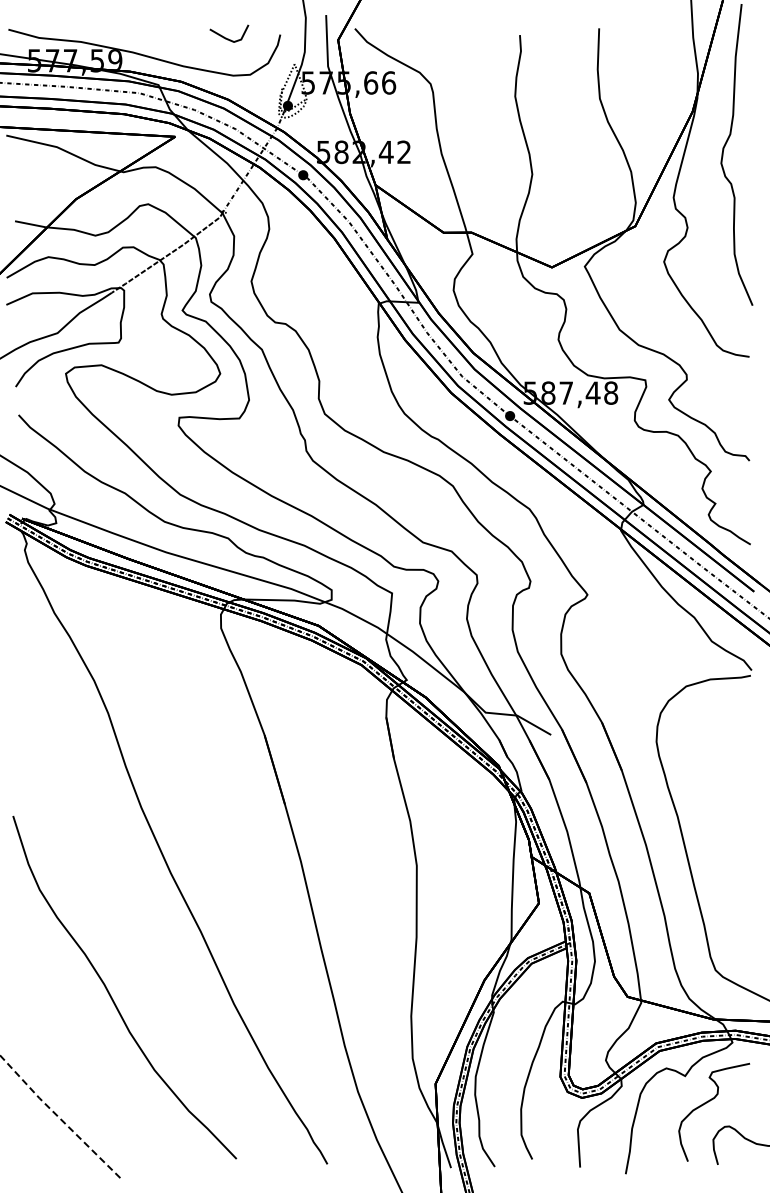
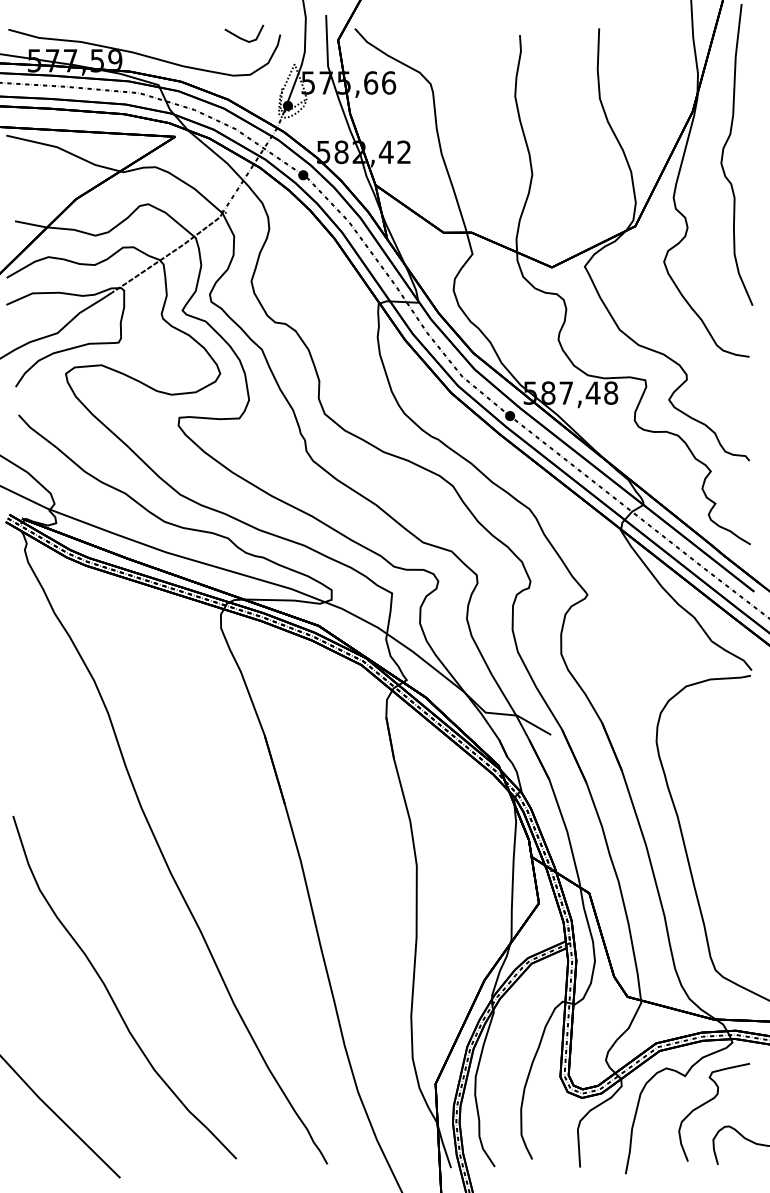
line at (226, 37) position: (226, 37) -> (241, 37)
line at (58, 1117): dashed -> solid
